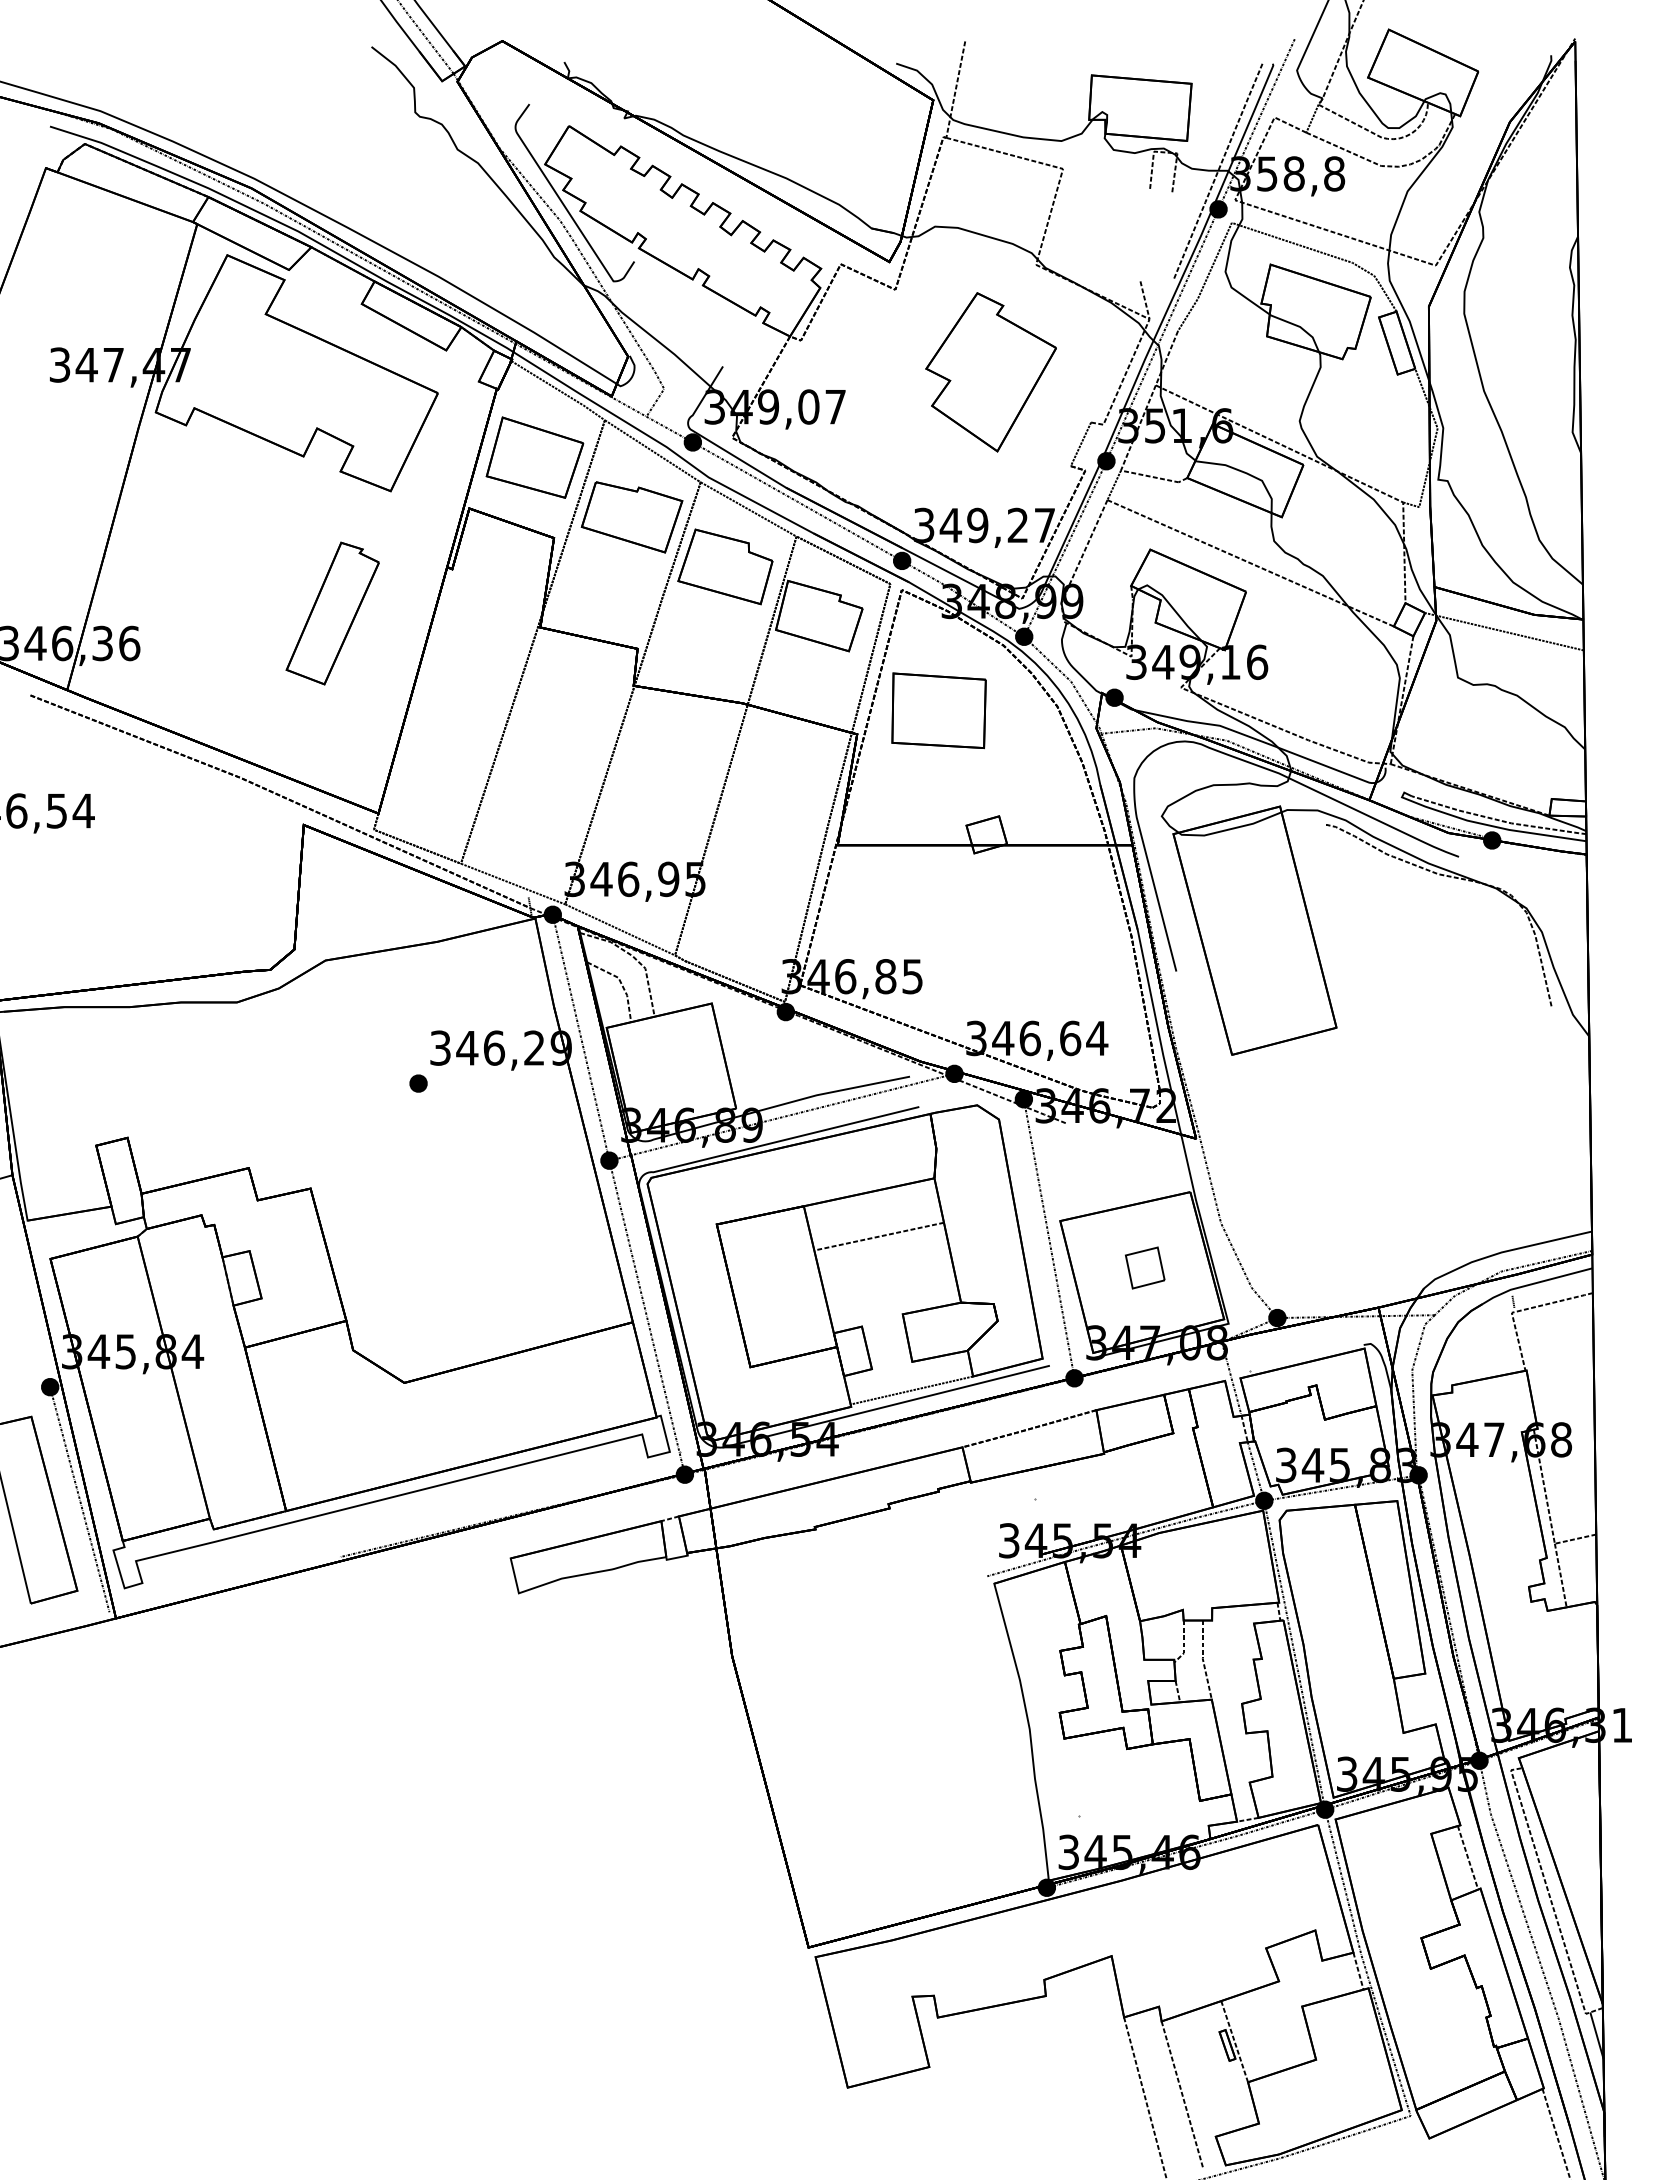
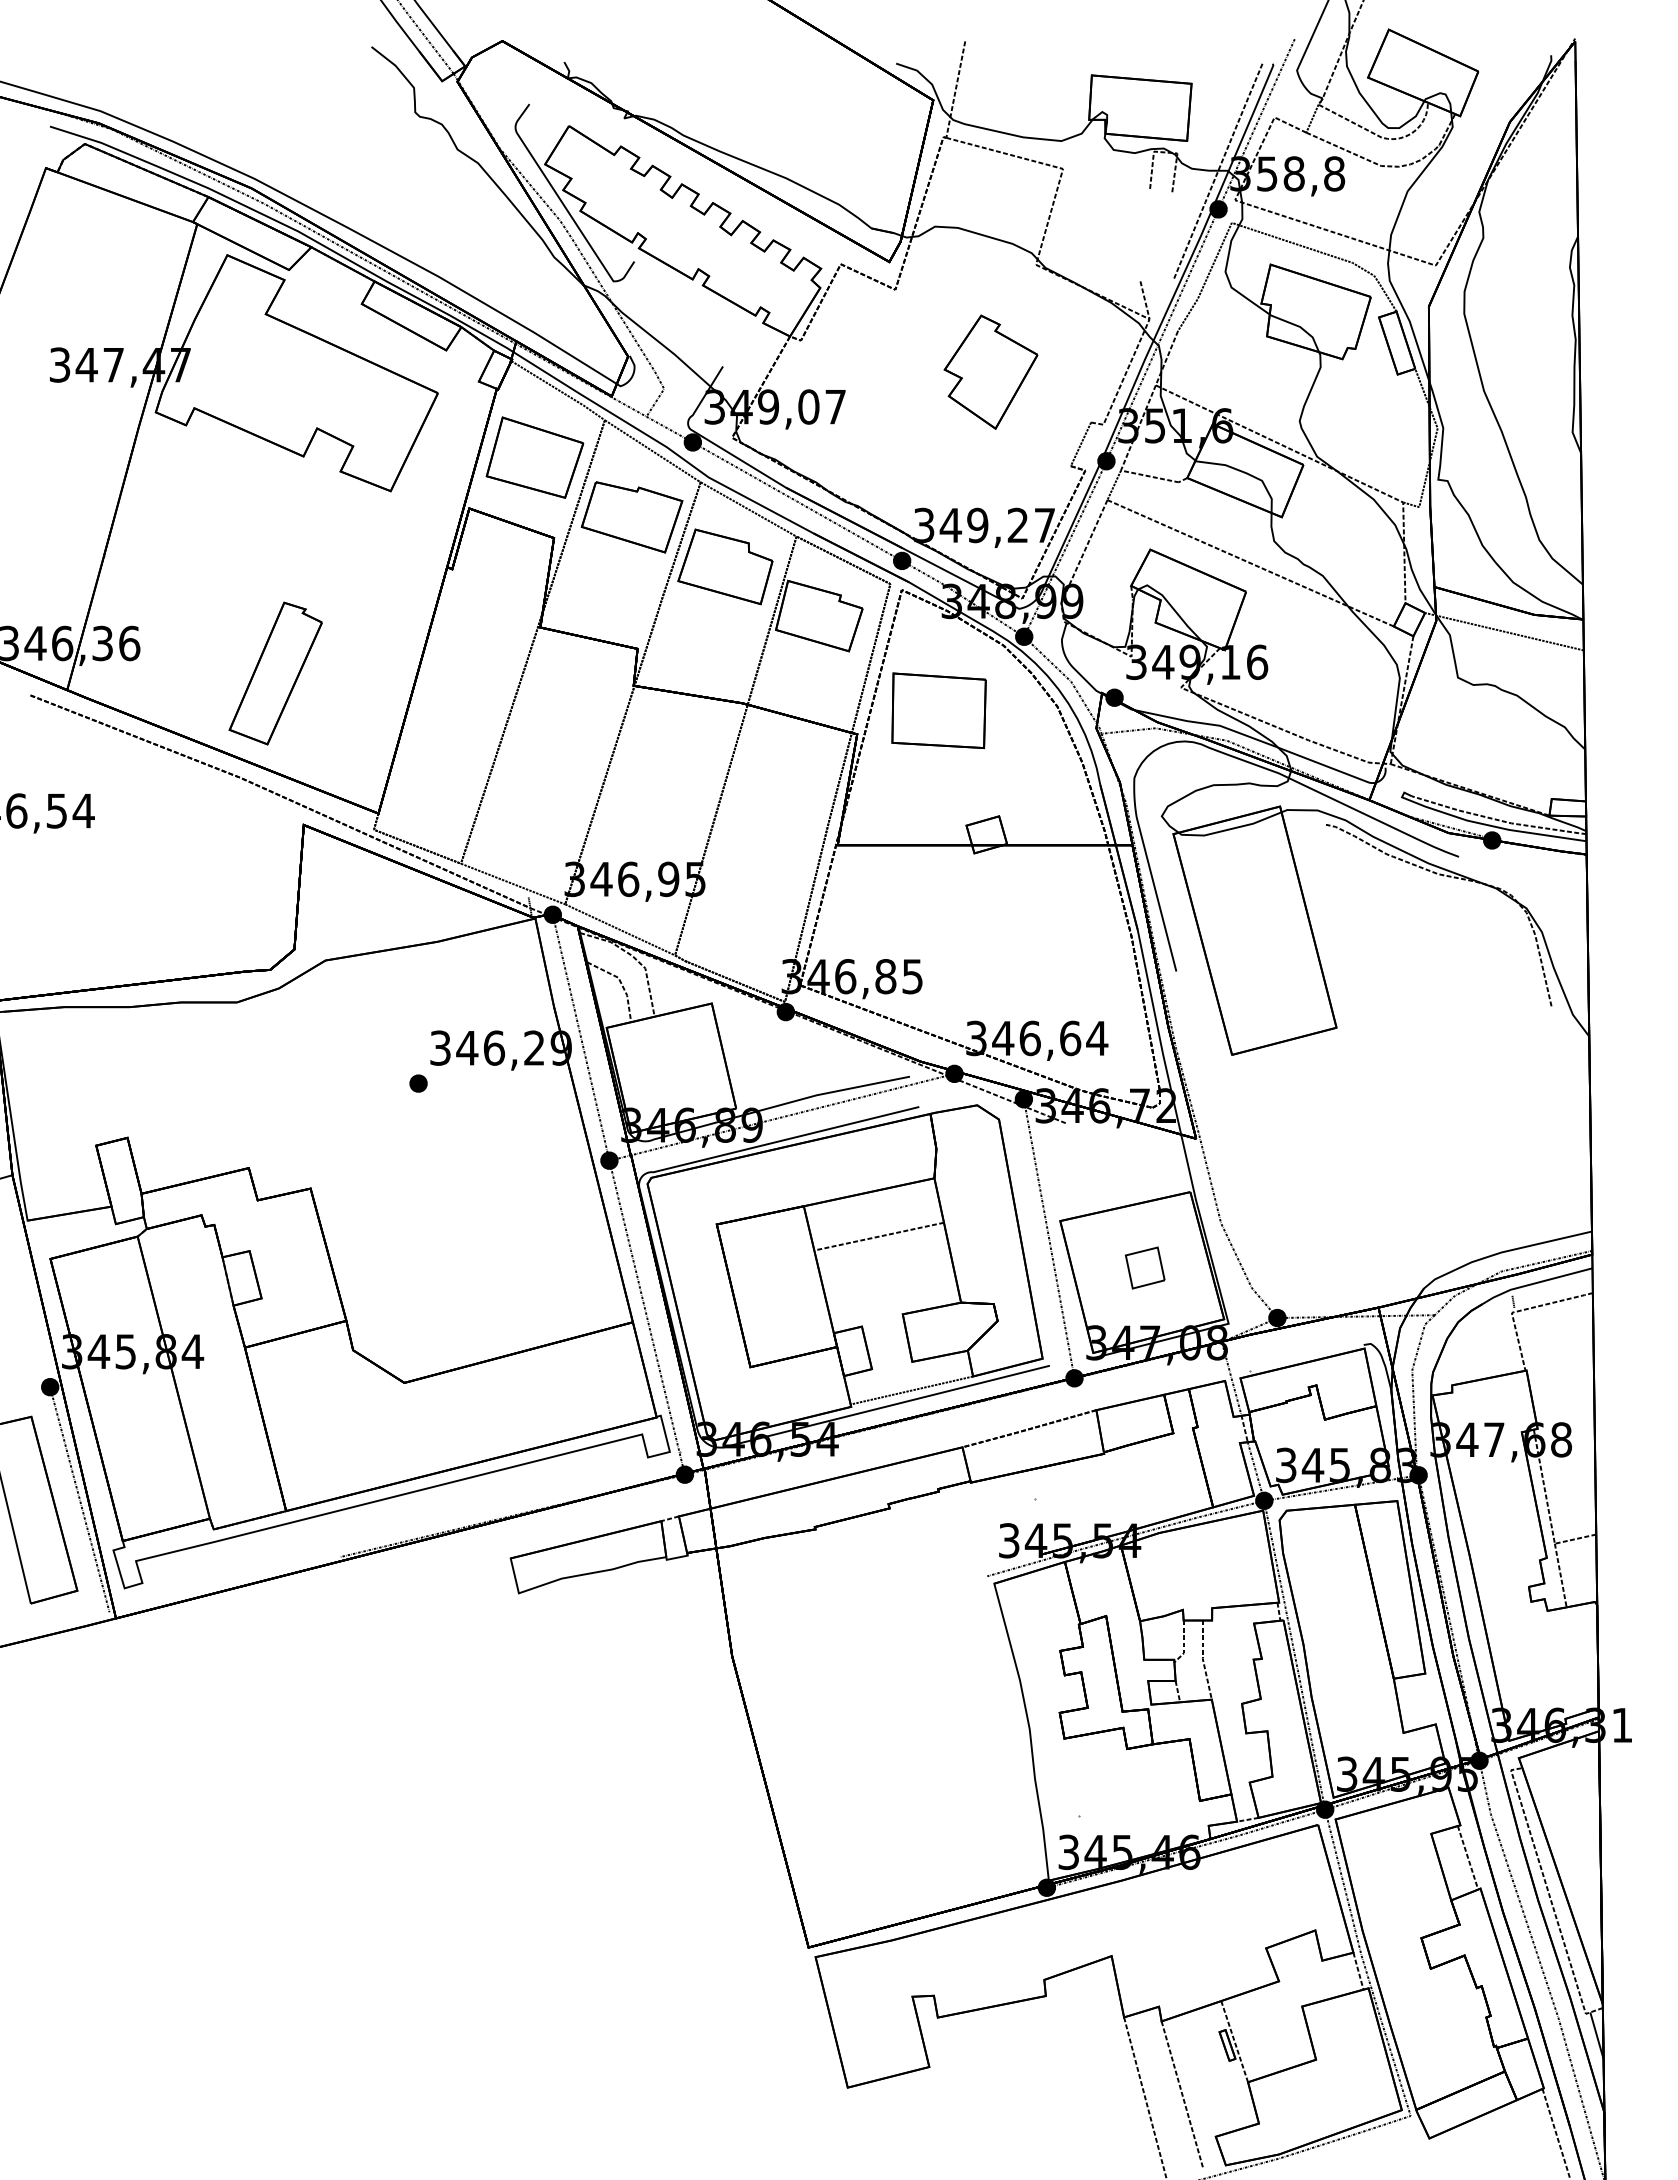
part at (990, 372) size: 132x161 px -> 96x116 px
part at (332, 613) position: (332, 613) -> (275, 673)
